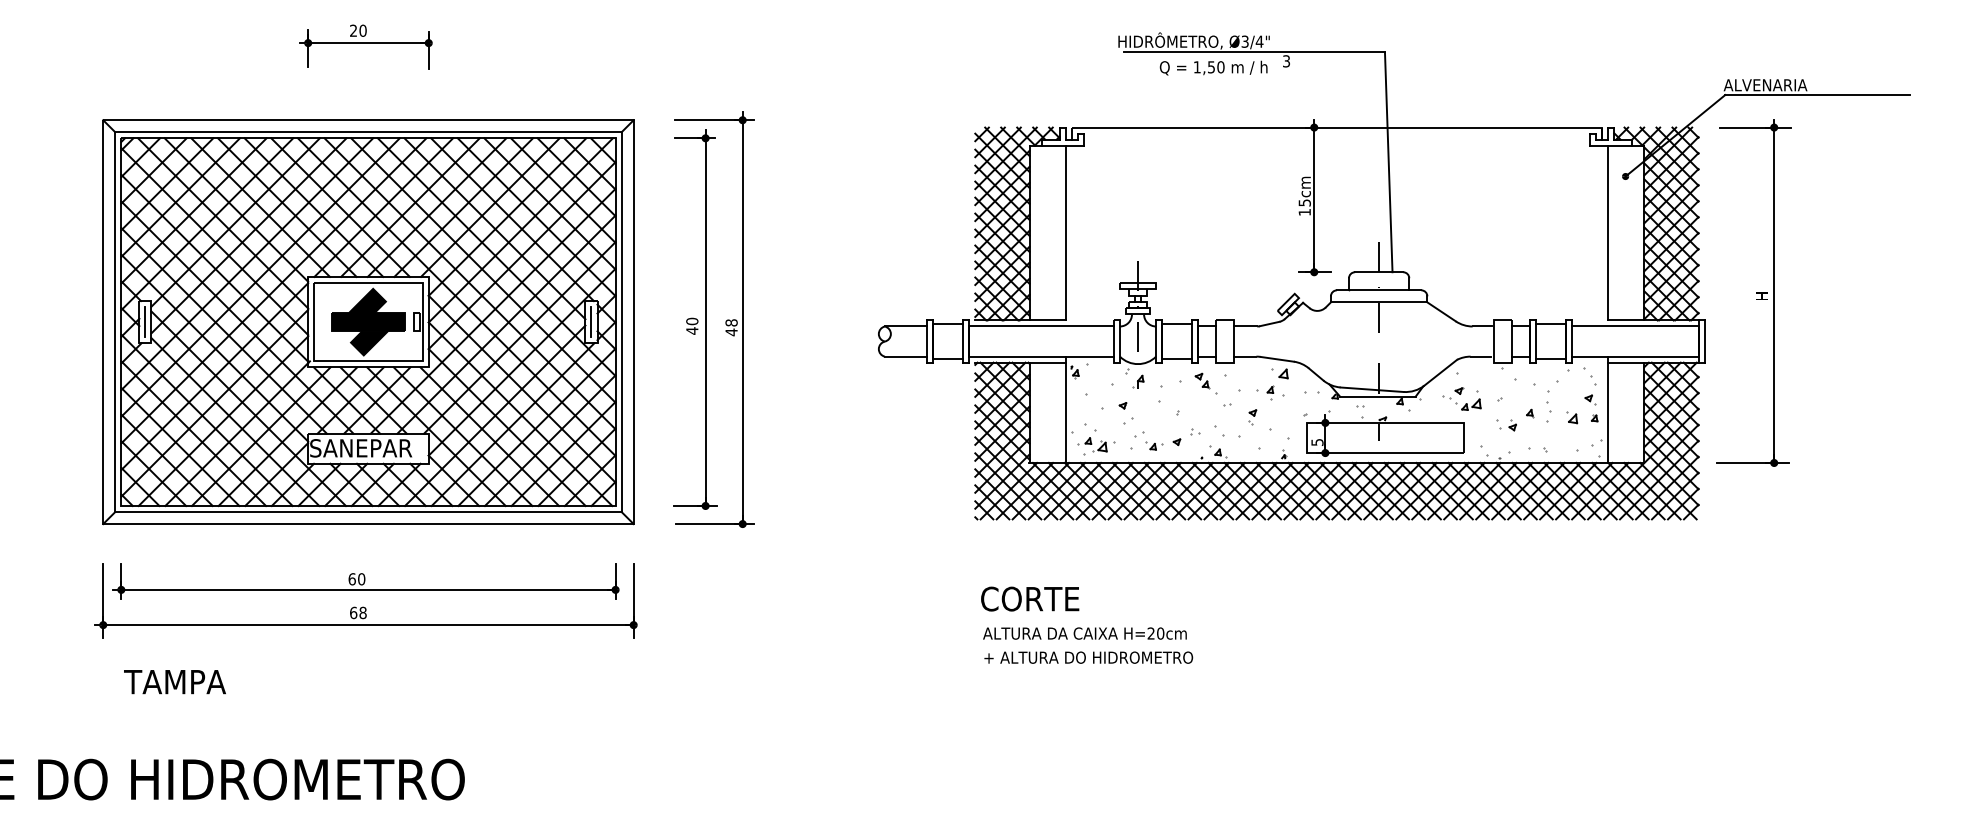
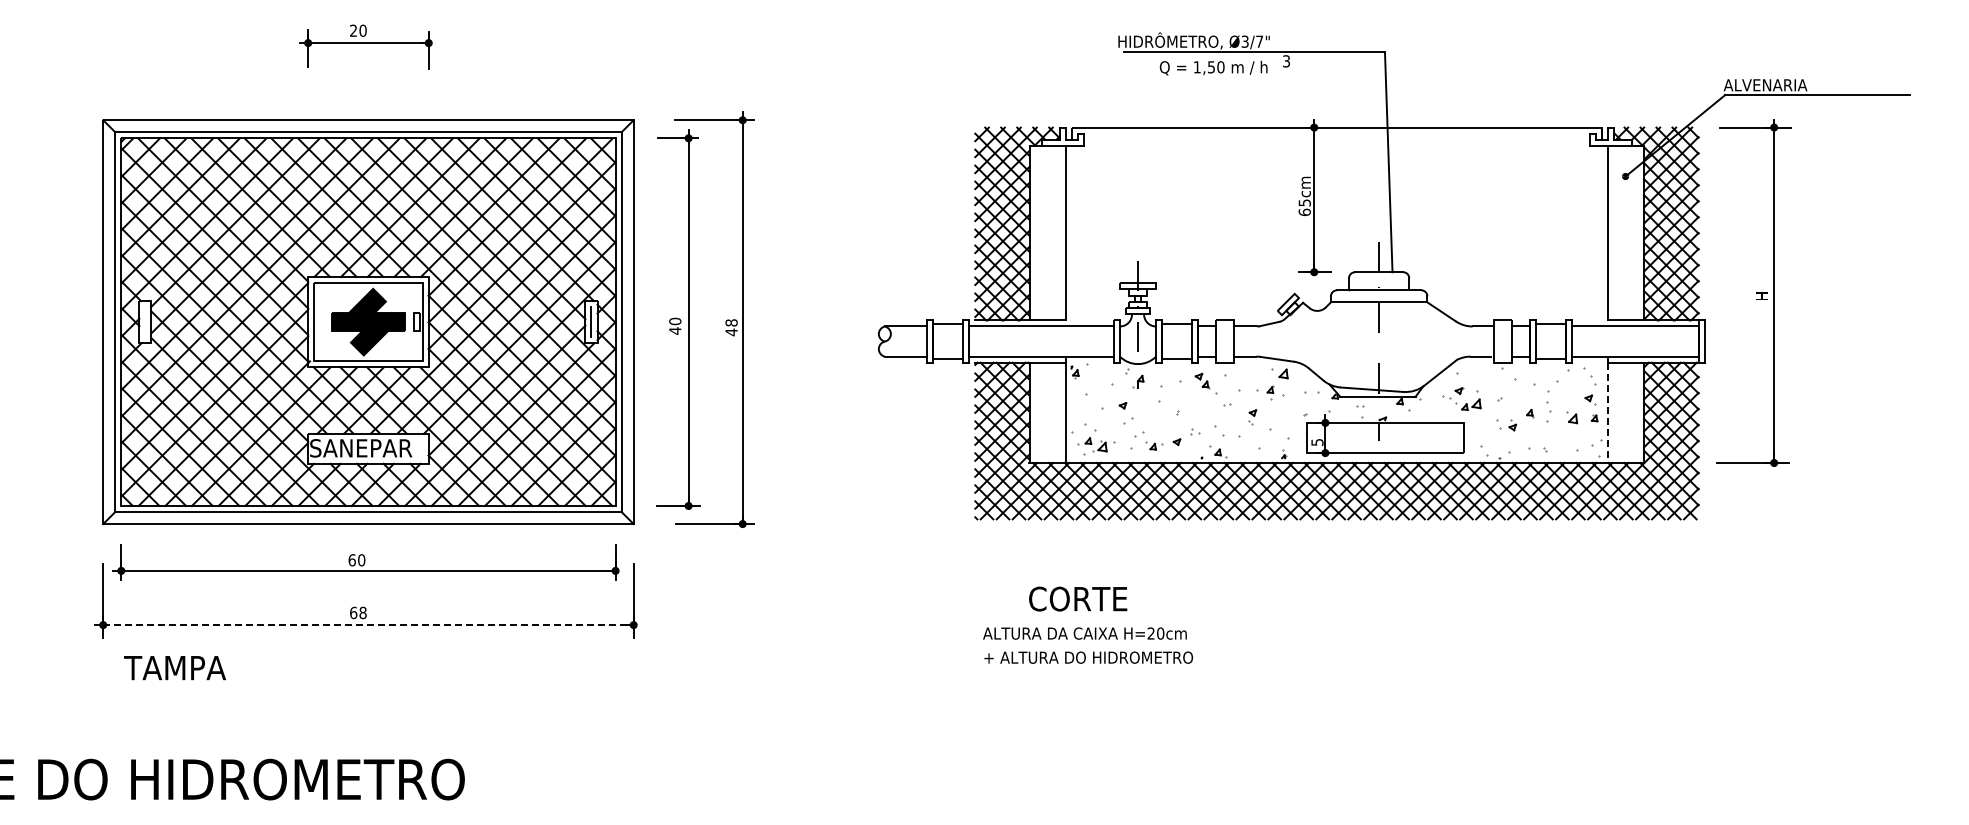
text at (1259, 41): Ø3/4" -> Ø3/7"
text at (1304, 211): 15cm -> 65cm
part at (695, 319) position: (695, 319) -> (678, 319)
line at (145, 322): present -> none
line at (1608, 413): solid -> dashed
part at (365, 581) position: (365, 581) -> (365, 562)
text at (1030, 598) position: (1030, 598) -> (1078, 598)
line at (368, 625): solid -> dashed
text at (174, 682) position: (174, 682) -> (174, 668)
